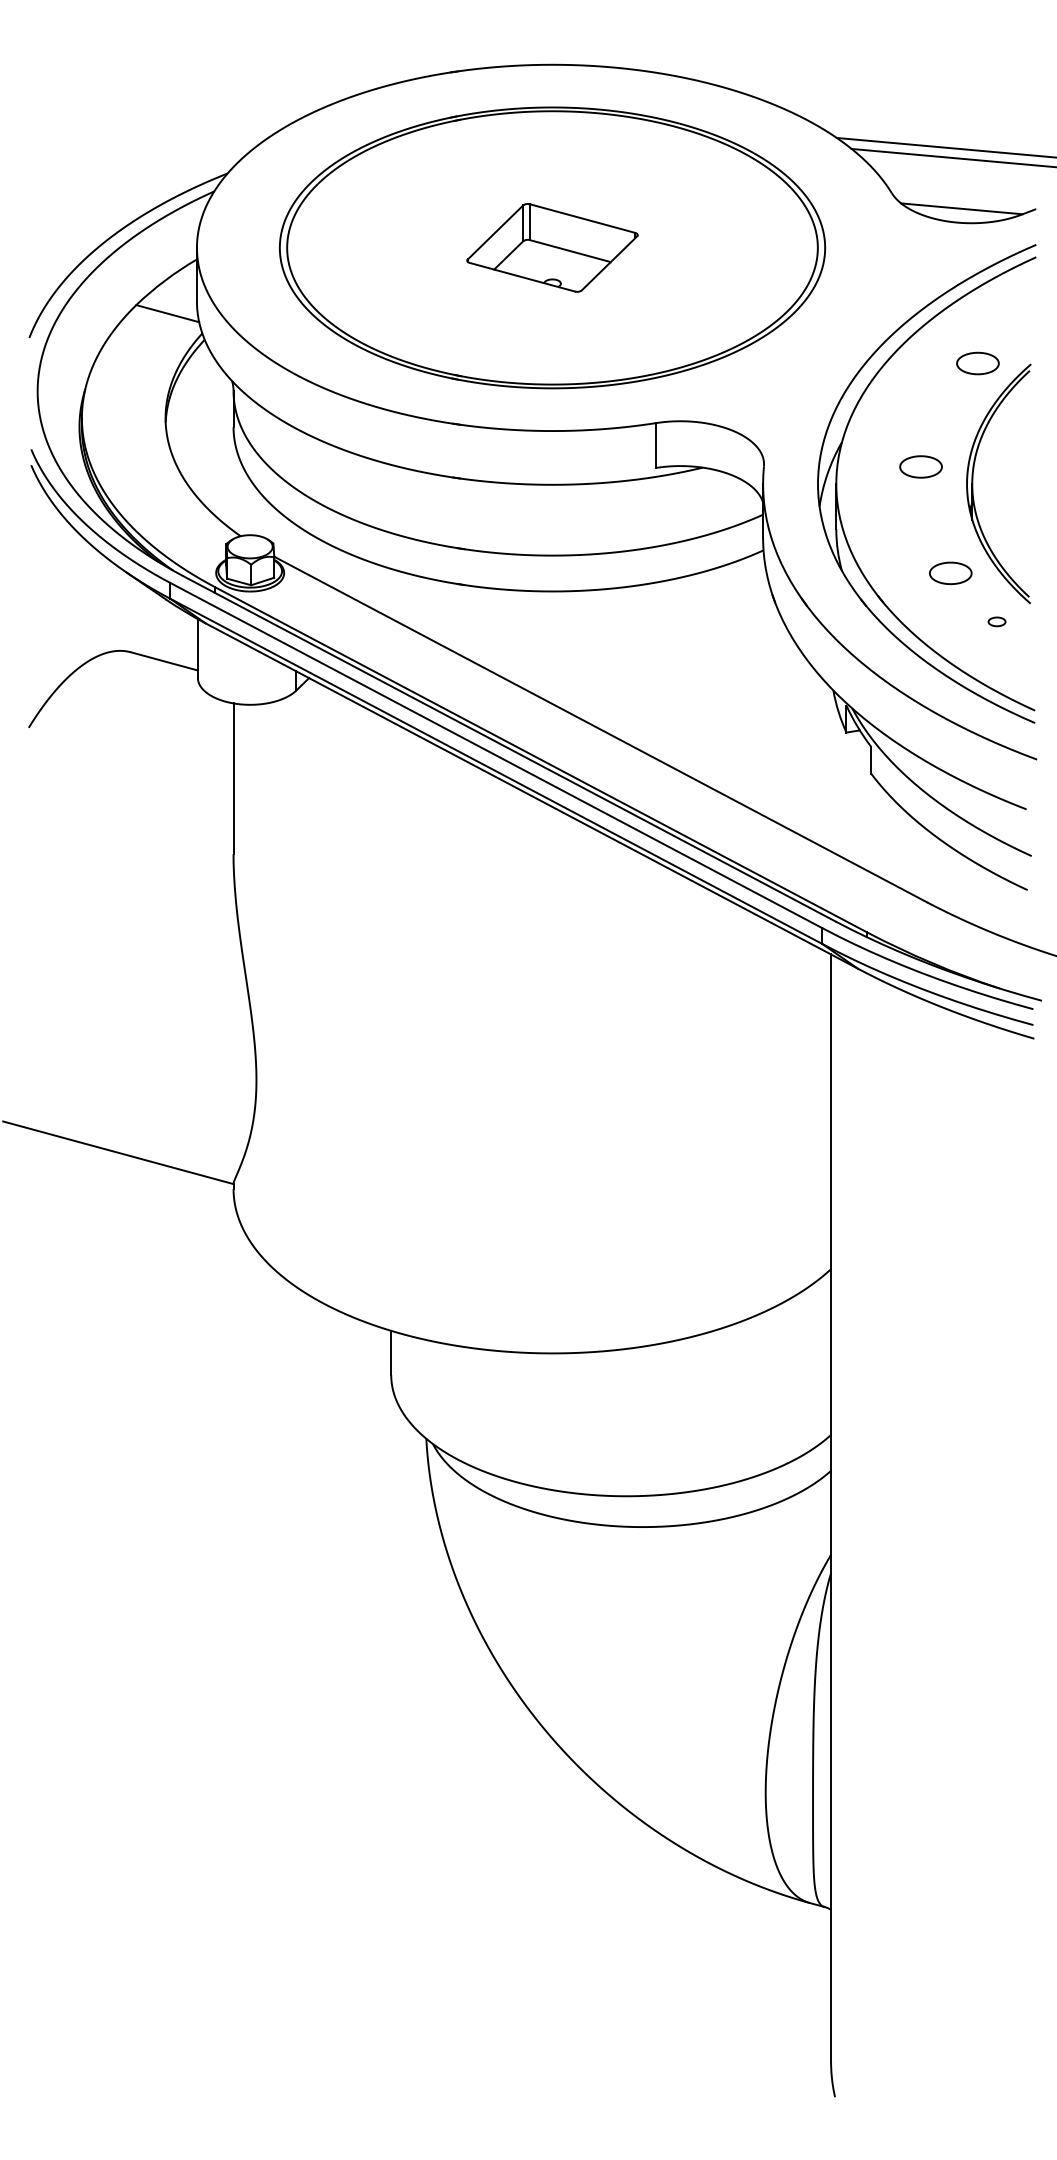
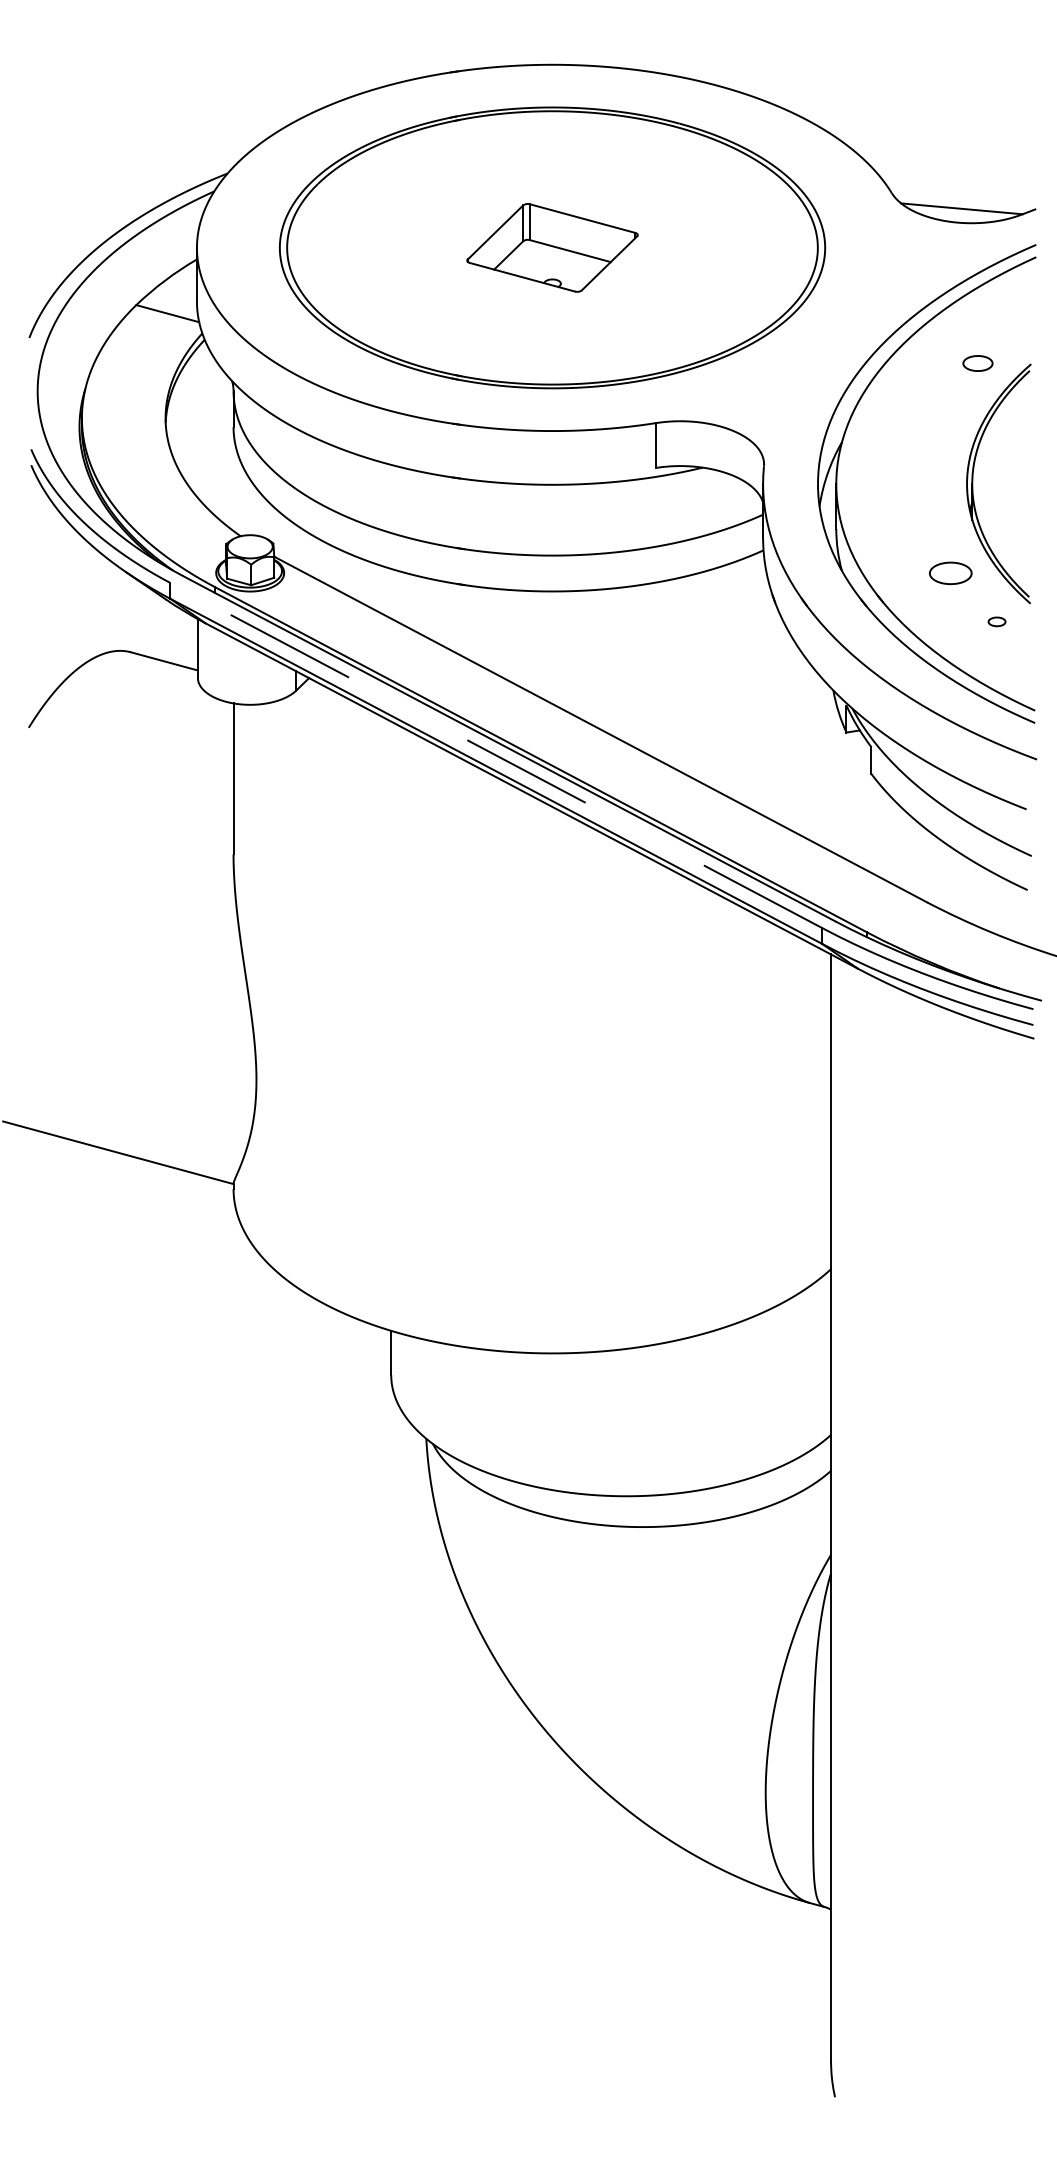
line at (944, 147): present -> none
line at (952, 157): present -> none
part at (977, 363) size: 44x25 px -> 32x17 px
part at (920, 466): present -> none
line at (496, 755): solid -> dashed
